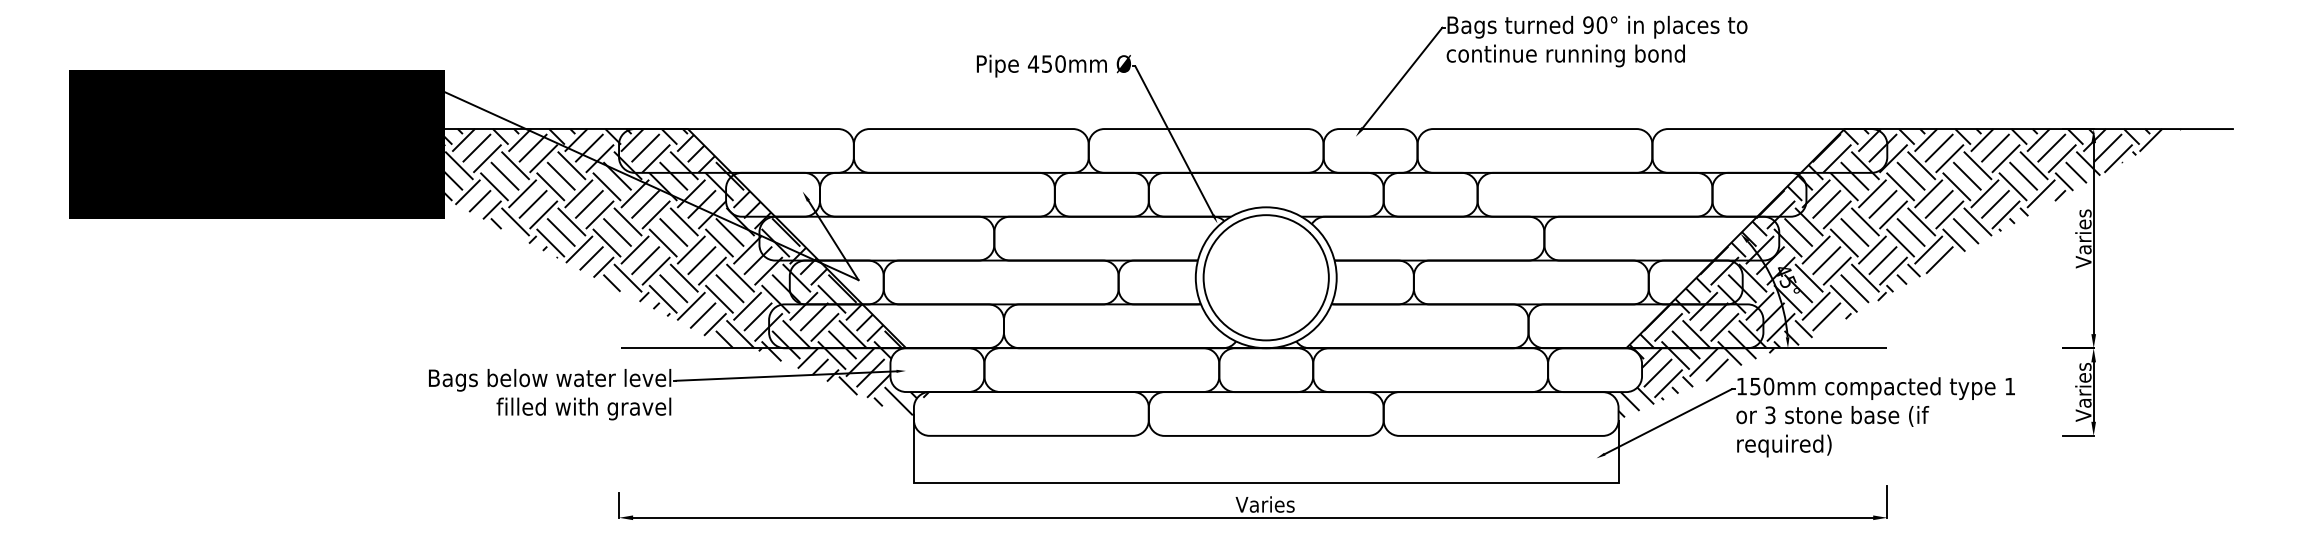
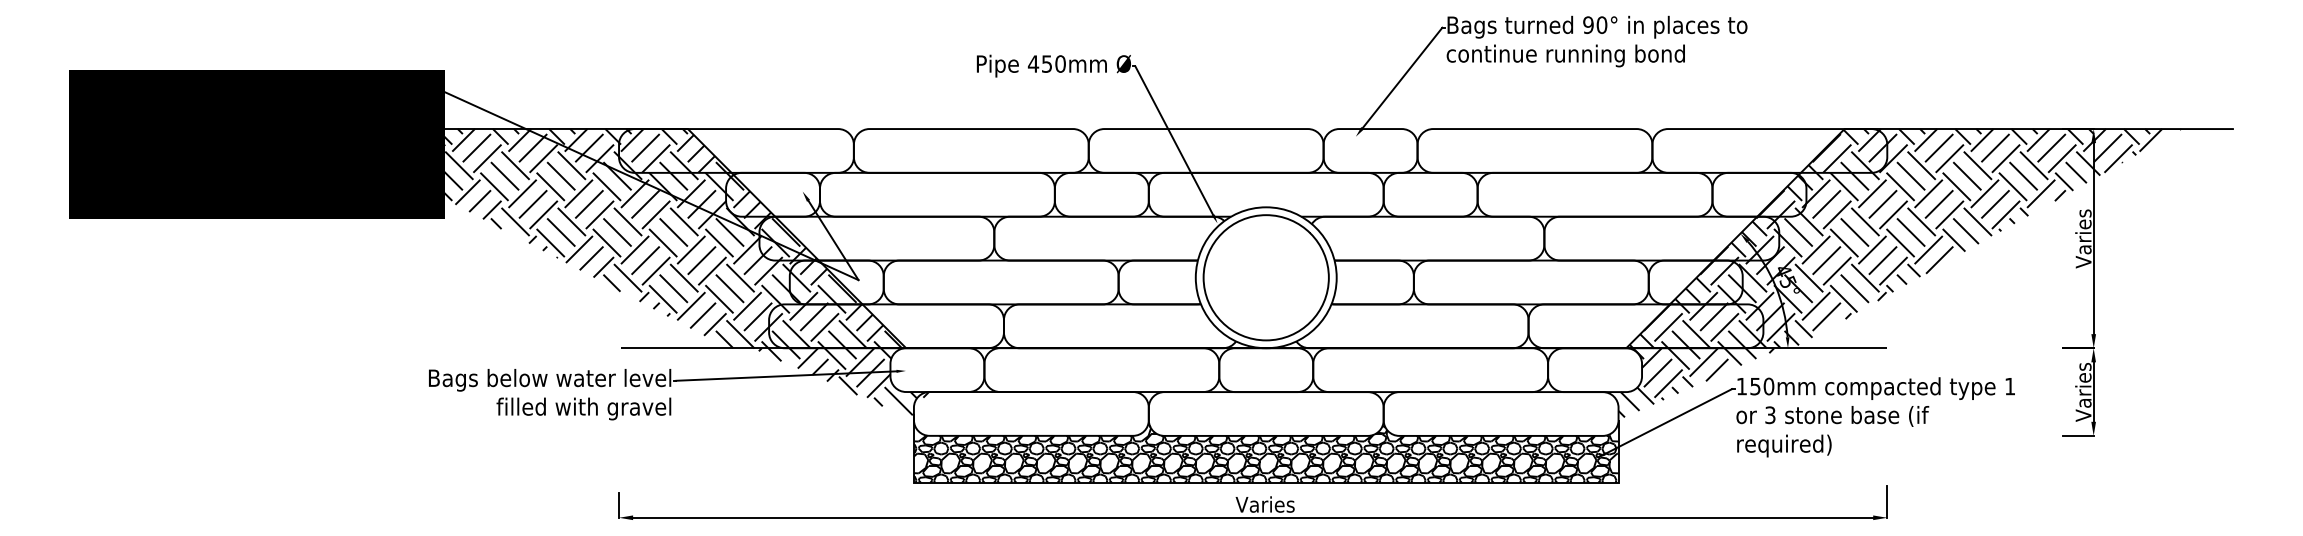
hatch at (1265, 451): none -> present
